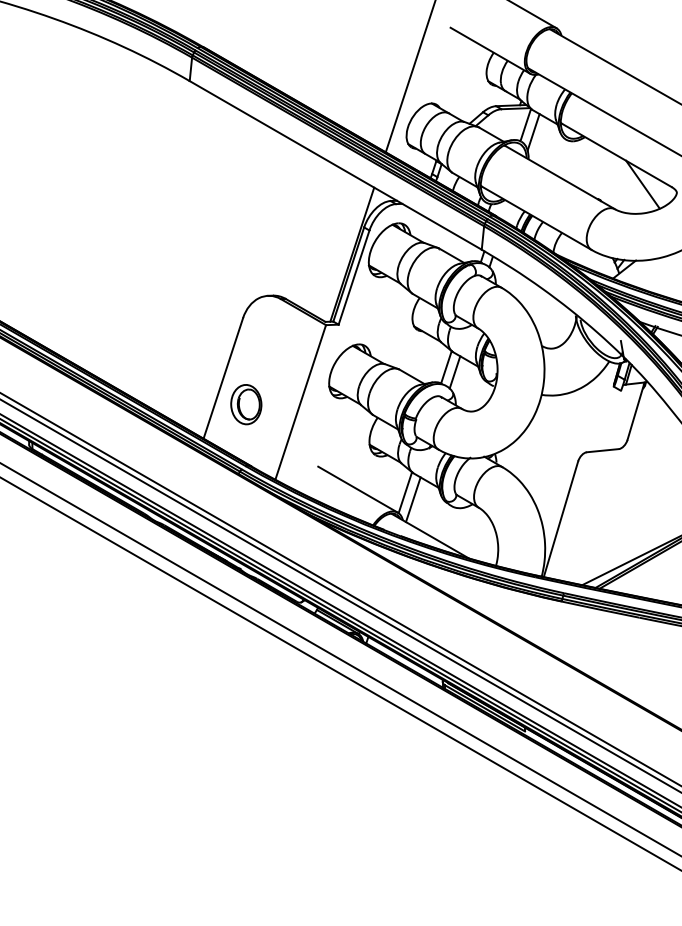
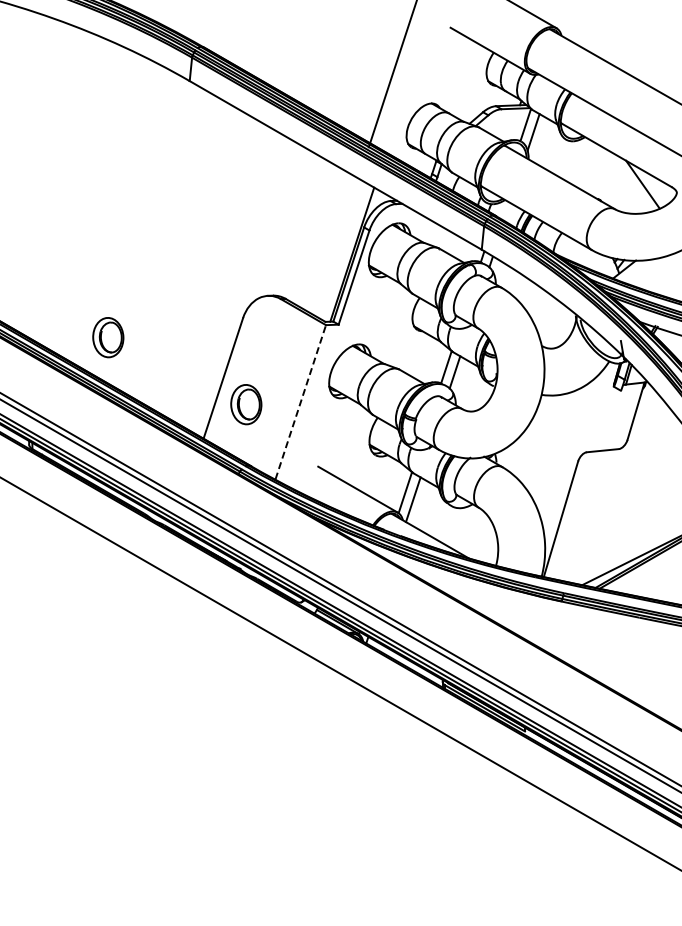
line at (409, 77) position: (409, 77) -> (392, 74)
part at (108, 337): none -> present
line at (300, 401): solid -> dashed
line at (340, 659): present -> none
